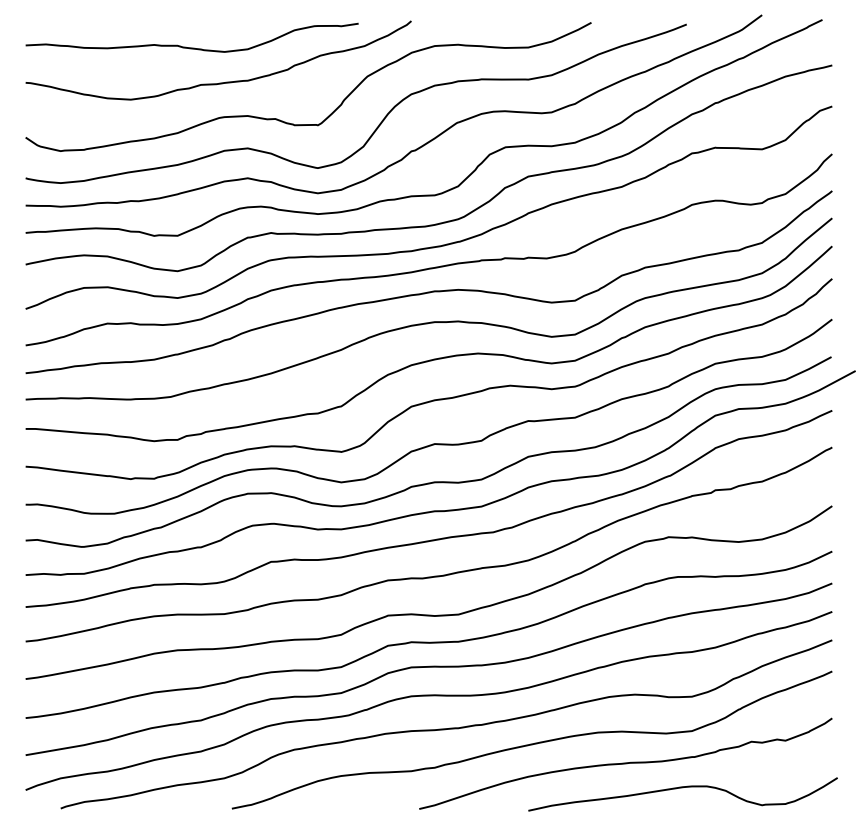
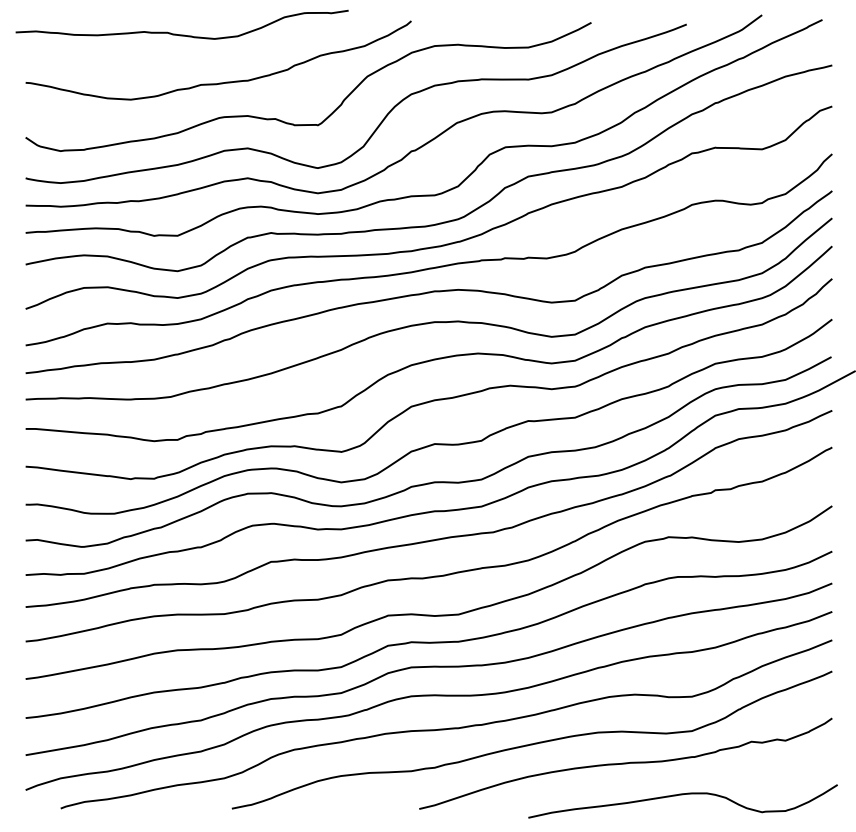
curve at (191, 47) position: (191, 47) -> (181, 34)
curve at (682, 788) position: (682, 788) -> (682, 795)
